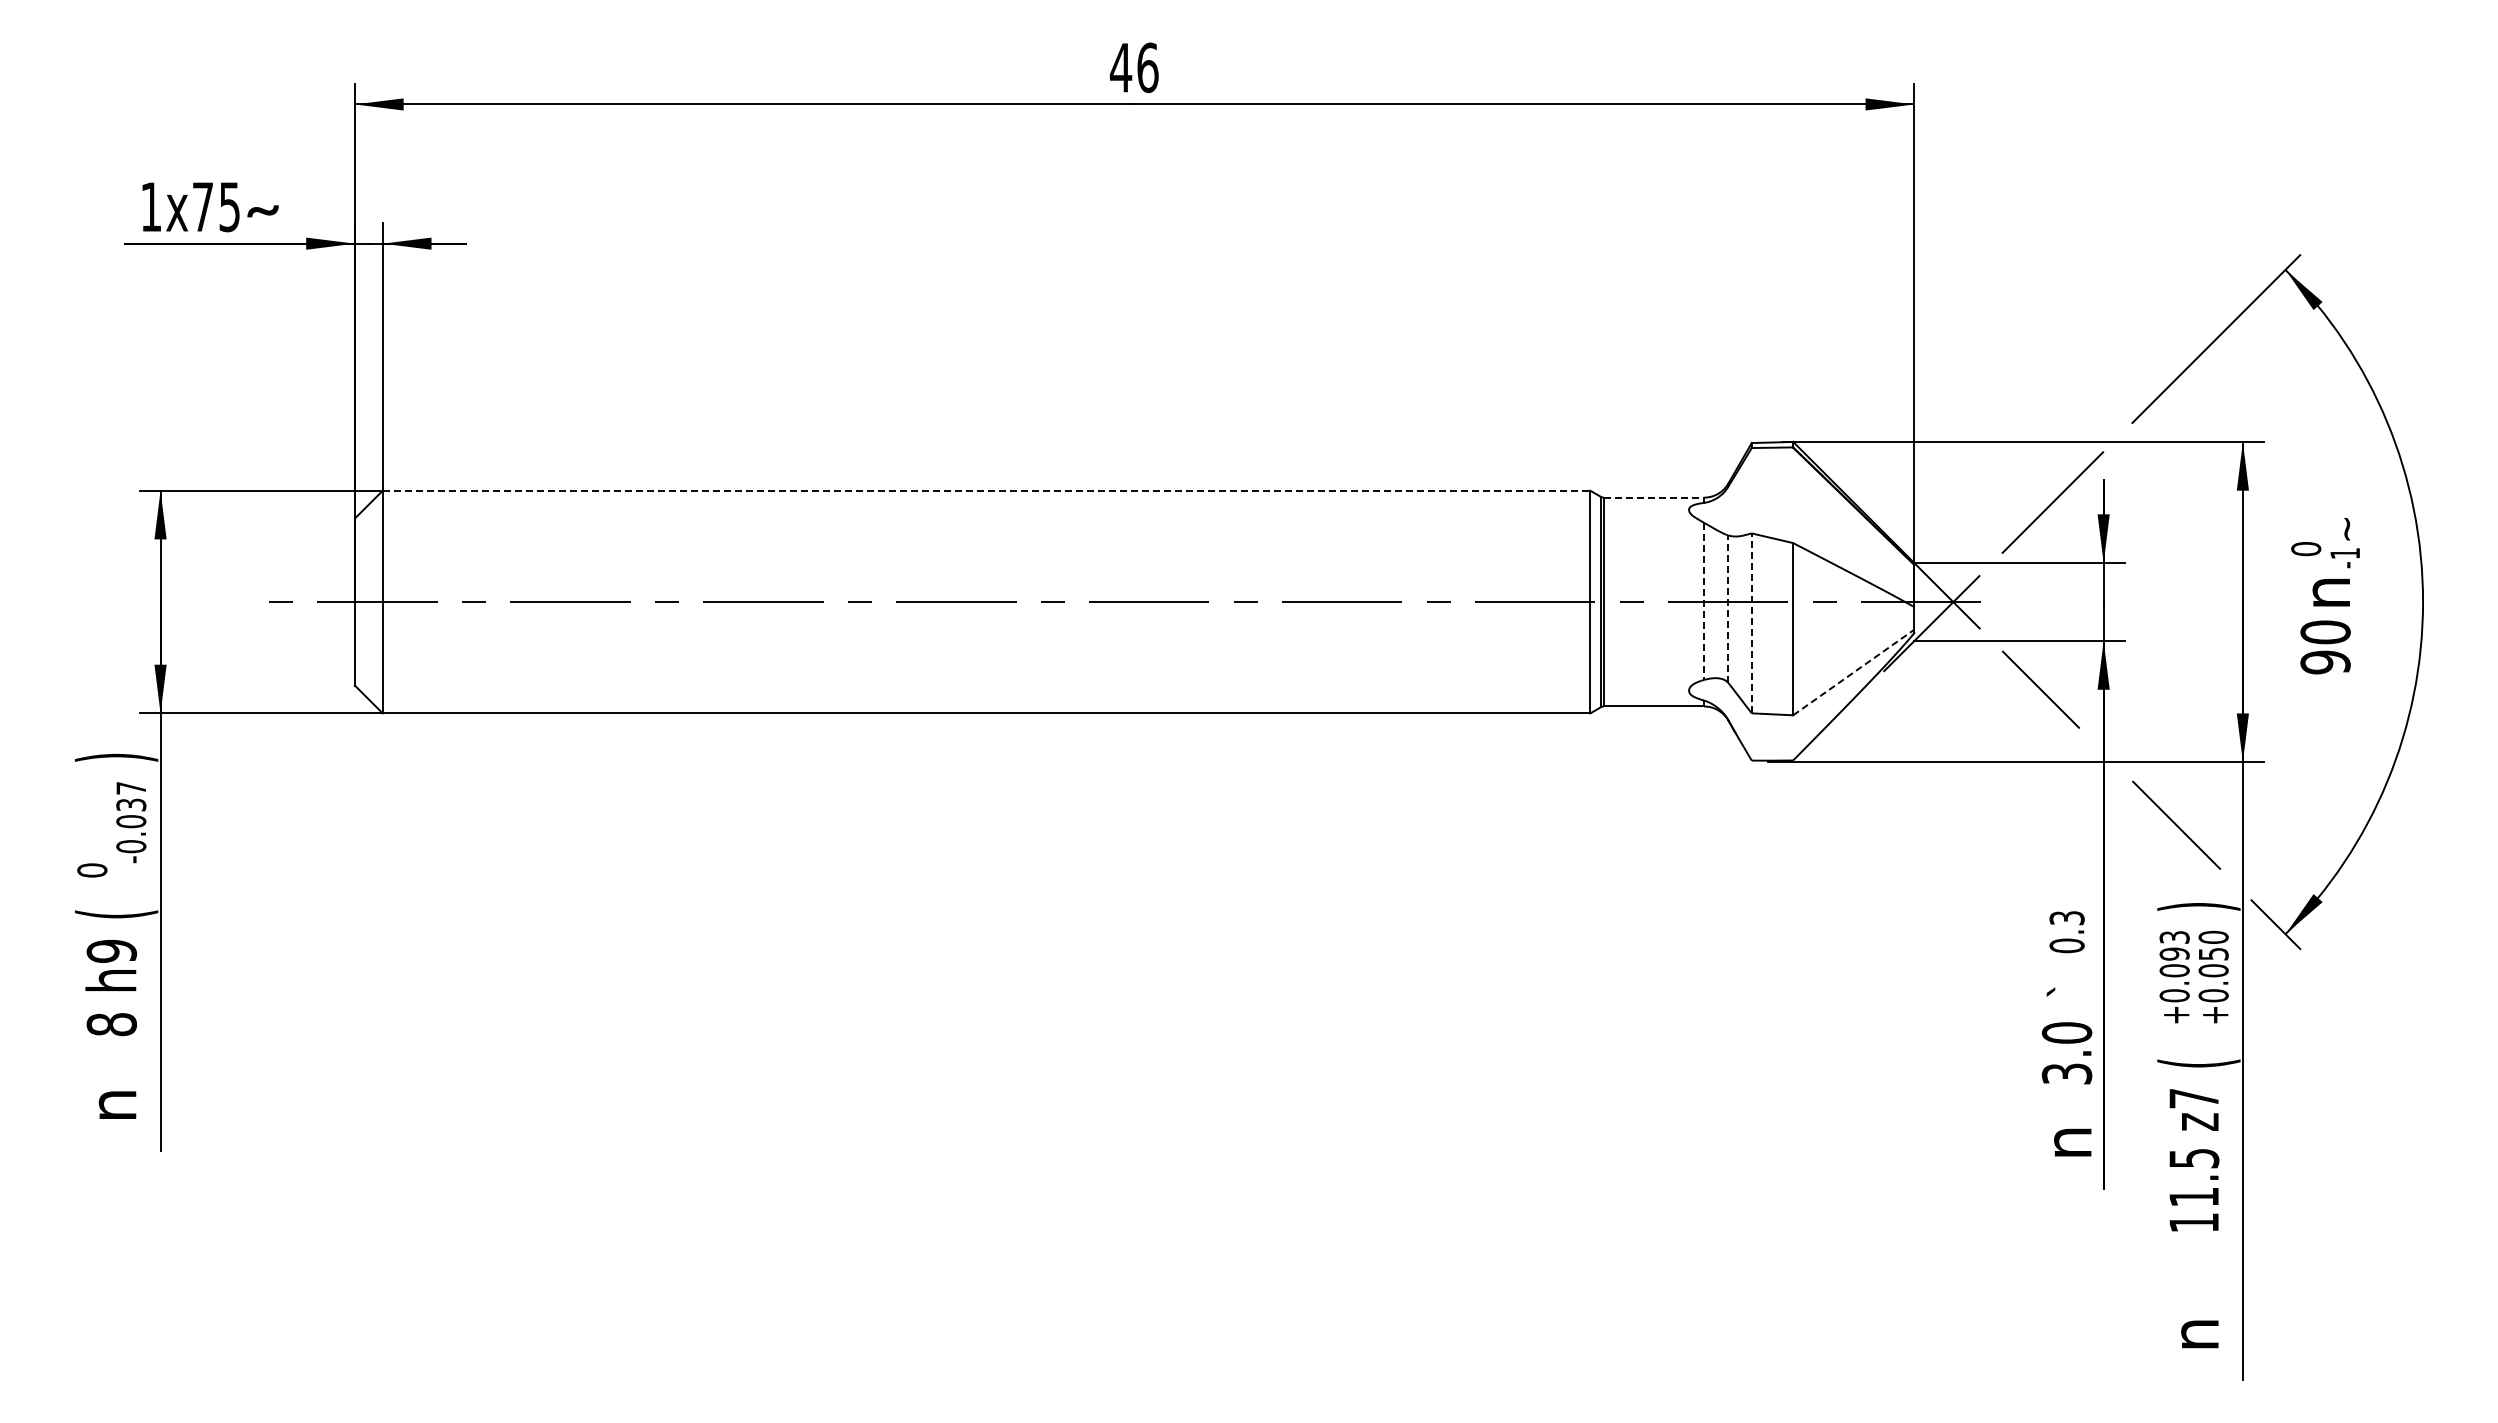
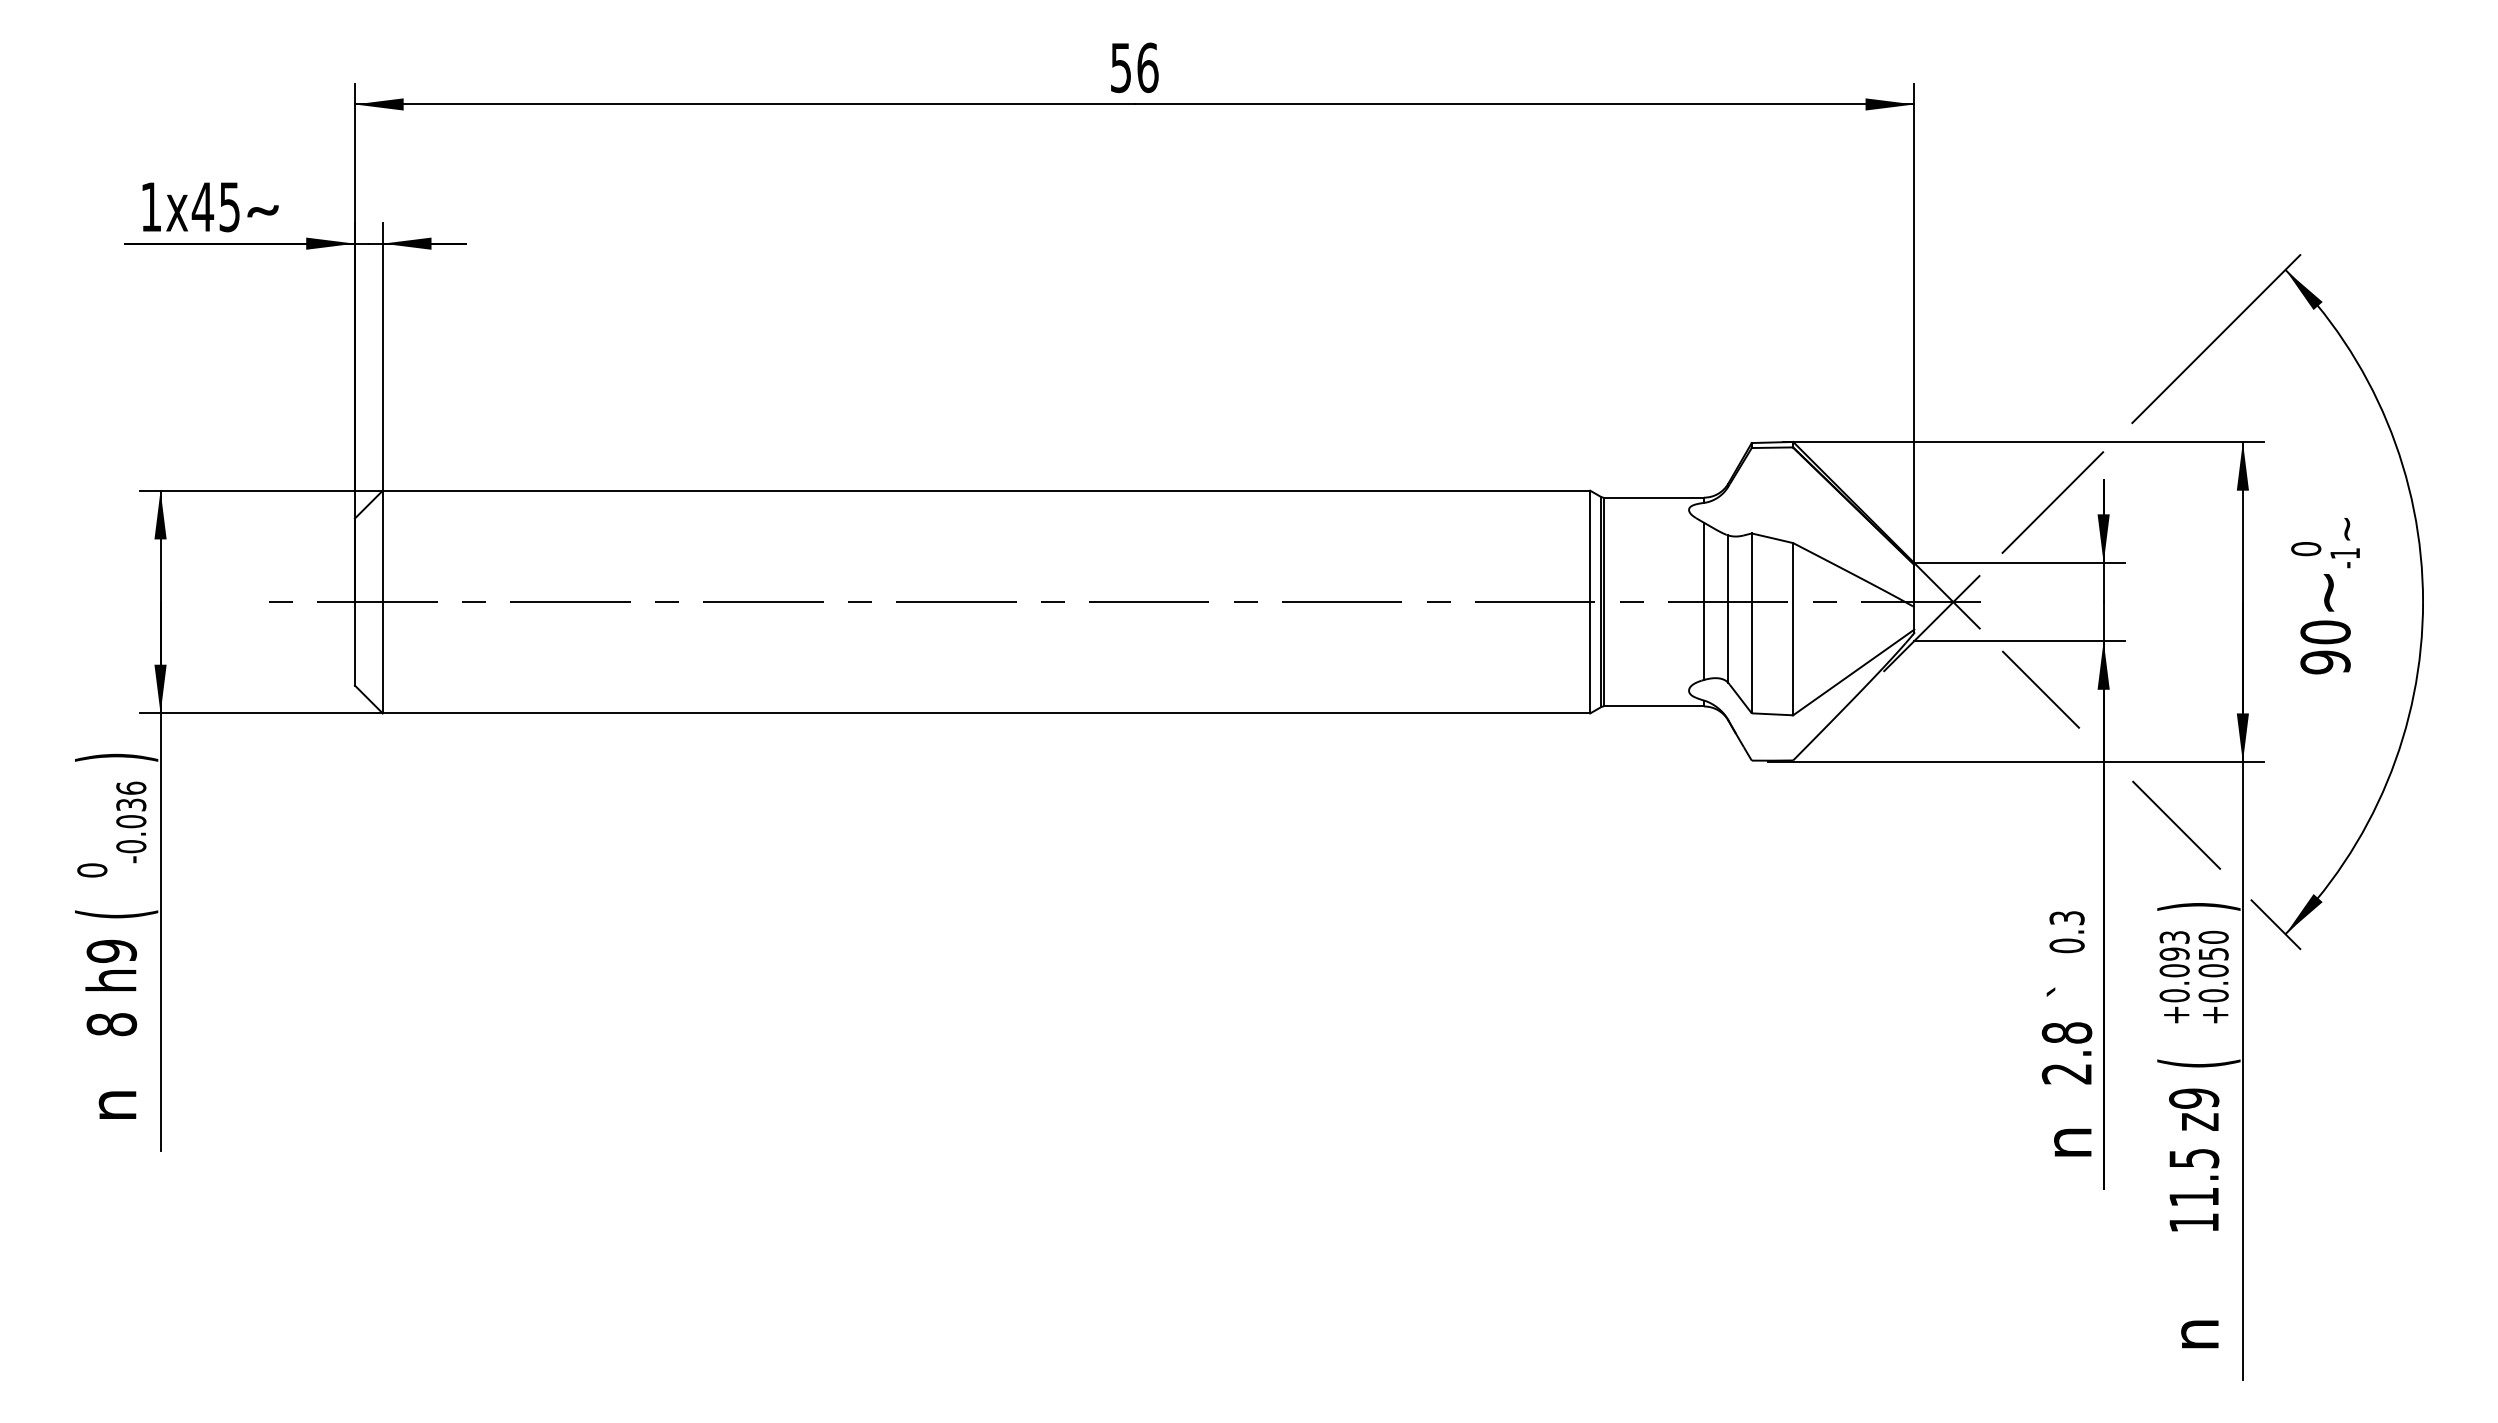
text at (1121, 68): 46 -> 56
text at (202, 206): 1x75 -> 1x45
line at (986, 490): dashed -> solid
line at (1654, 497): dashed -> solid
text at (2330, 592): n -> ~
line at (1704, 601): dashed -> solid
line at (1728, 609): dashed -> solid
line at (1751, 623): dashed -> solid
line at (1854, 672): dashed -> solid
text at (131, 787): -0.037 -> -0.036
text at (2067, 1053): 3.0 -> 2.8
text at (2194, 1098): z7 -> z9
